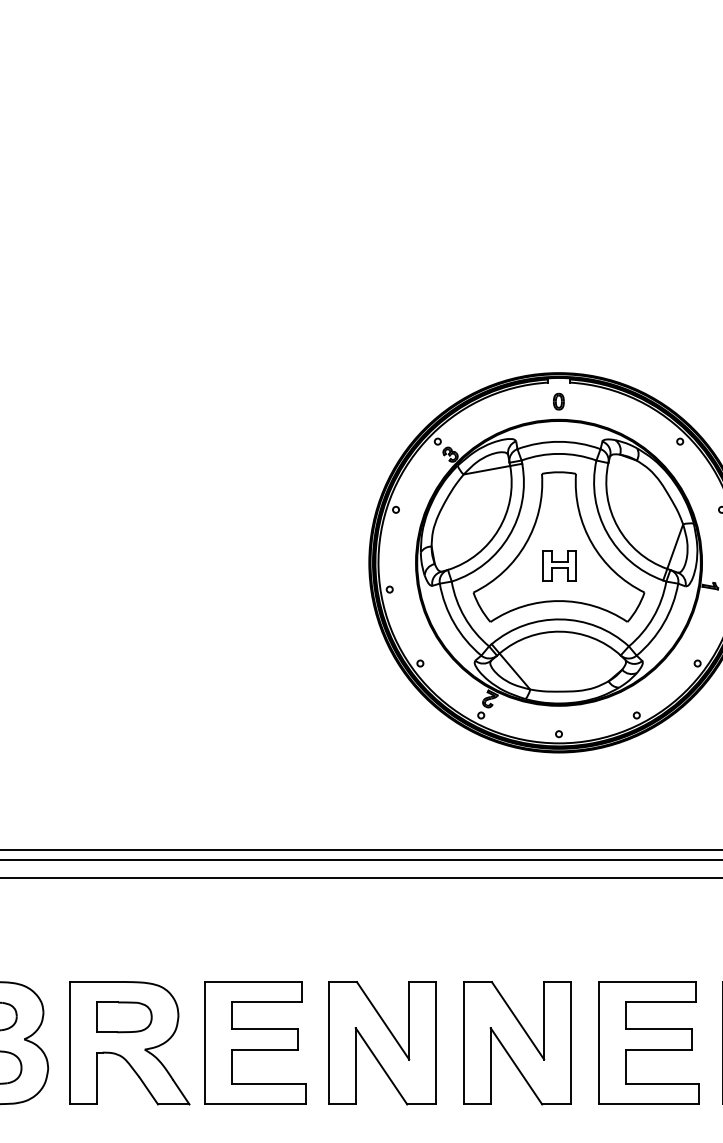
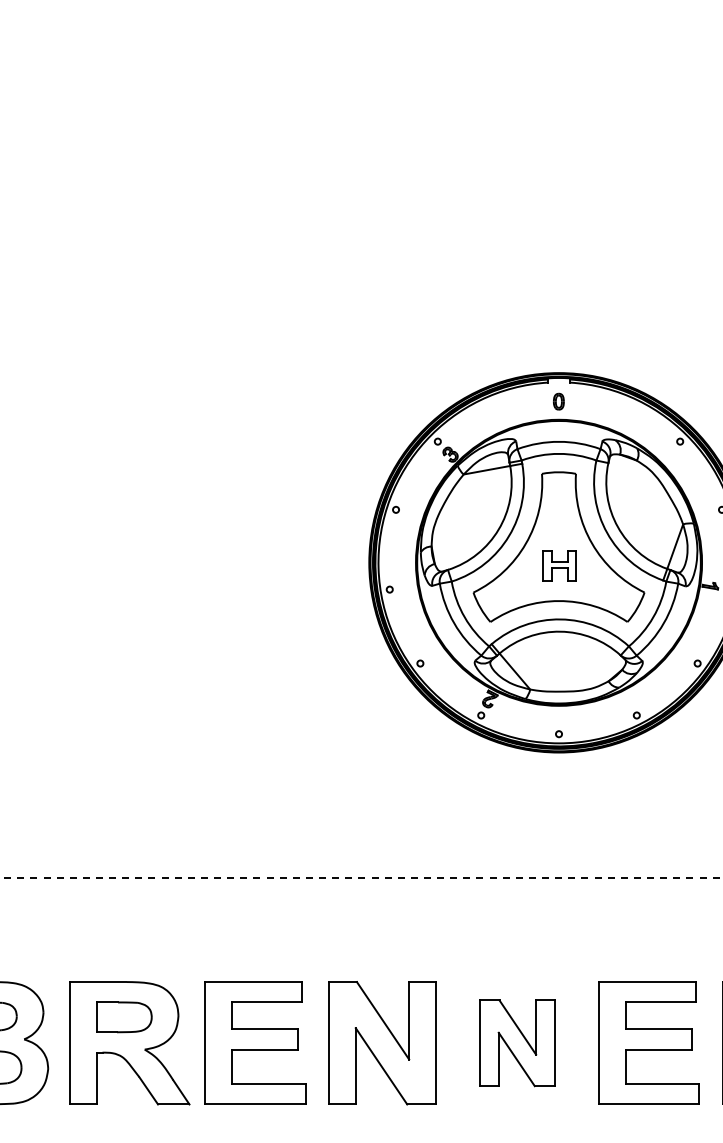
line at (360, 850): present -> none
line at (360, 859): present -> none
line at (361, 878): solid -> dashed
part at (517, 1043) size: 109x125 px -> 77x89 px
